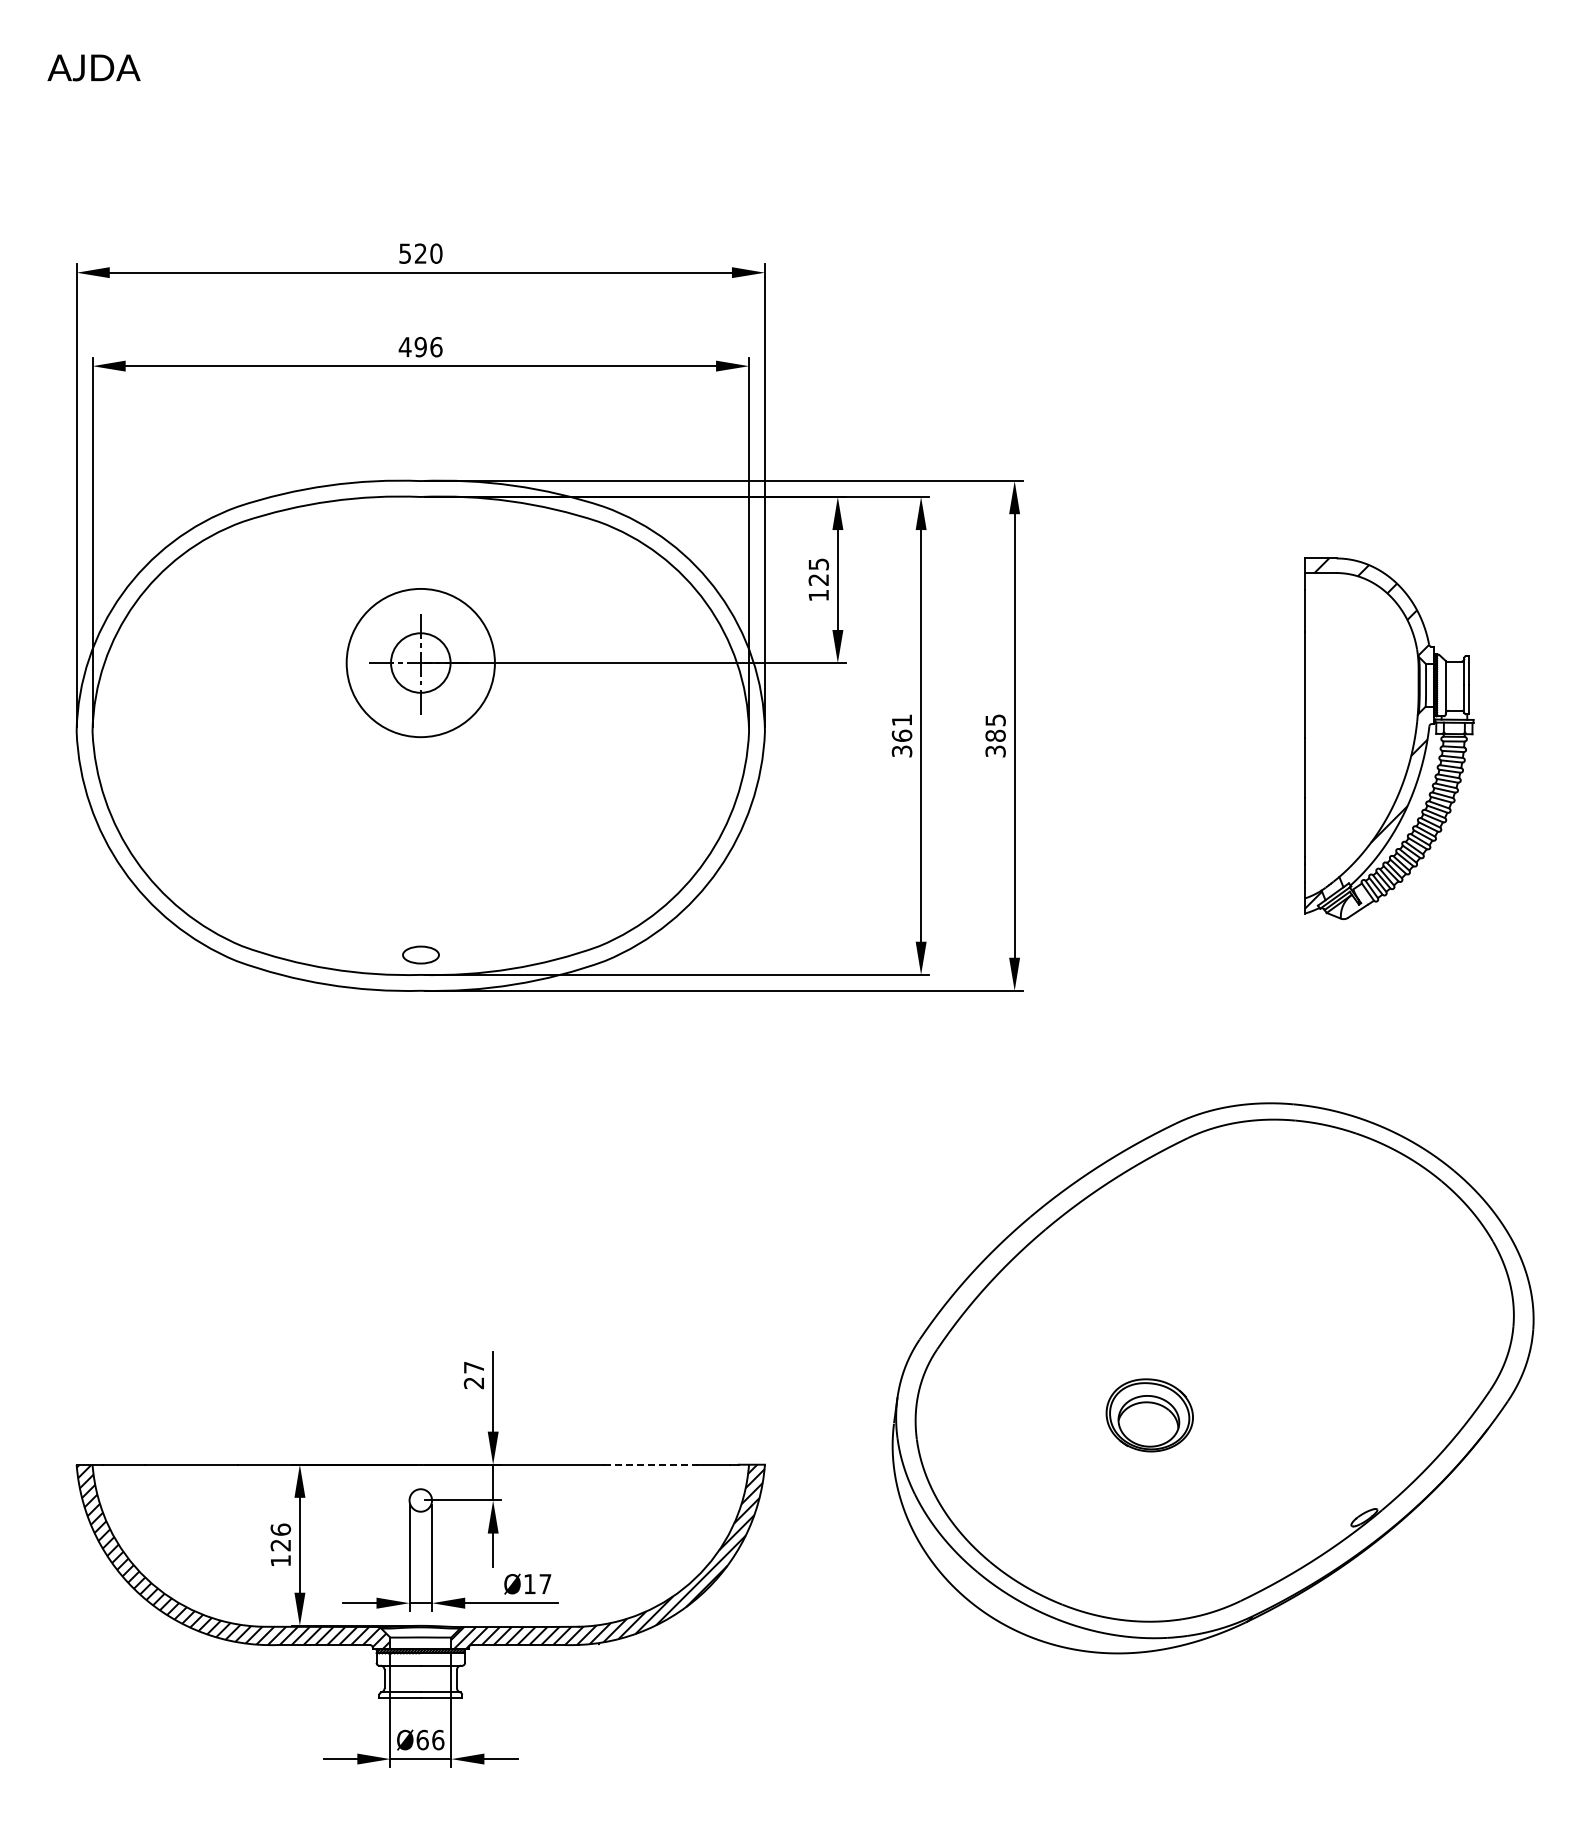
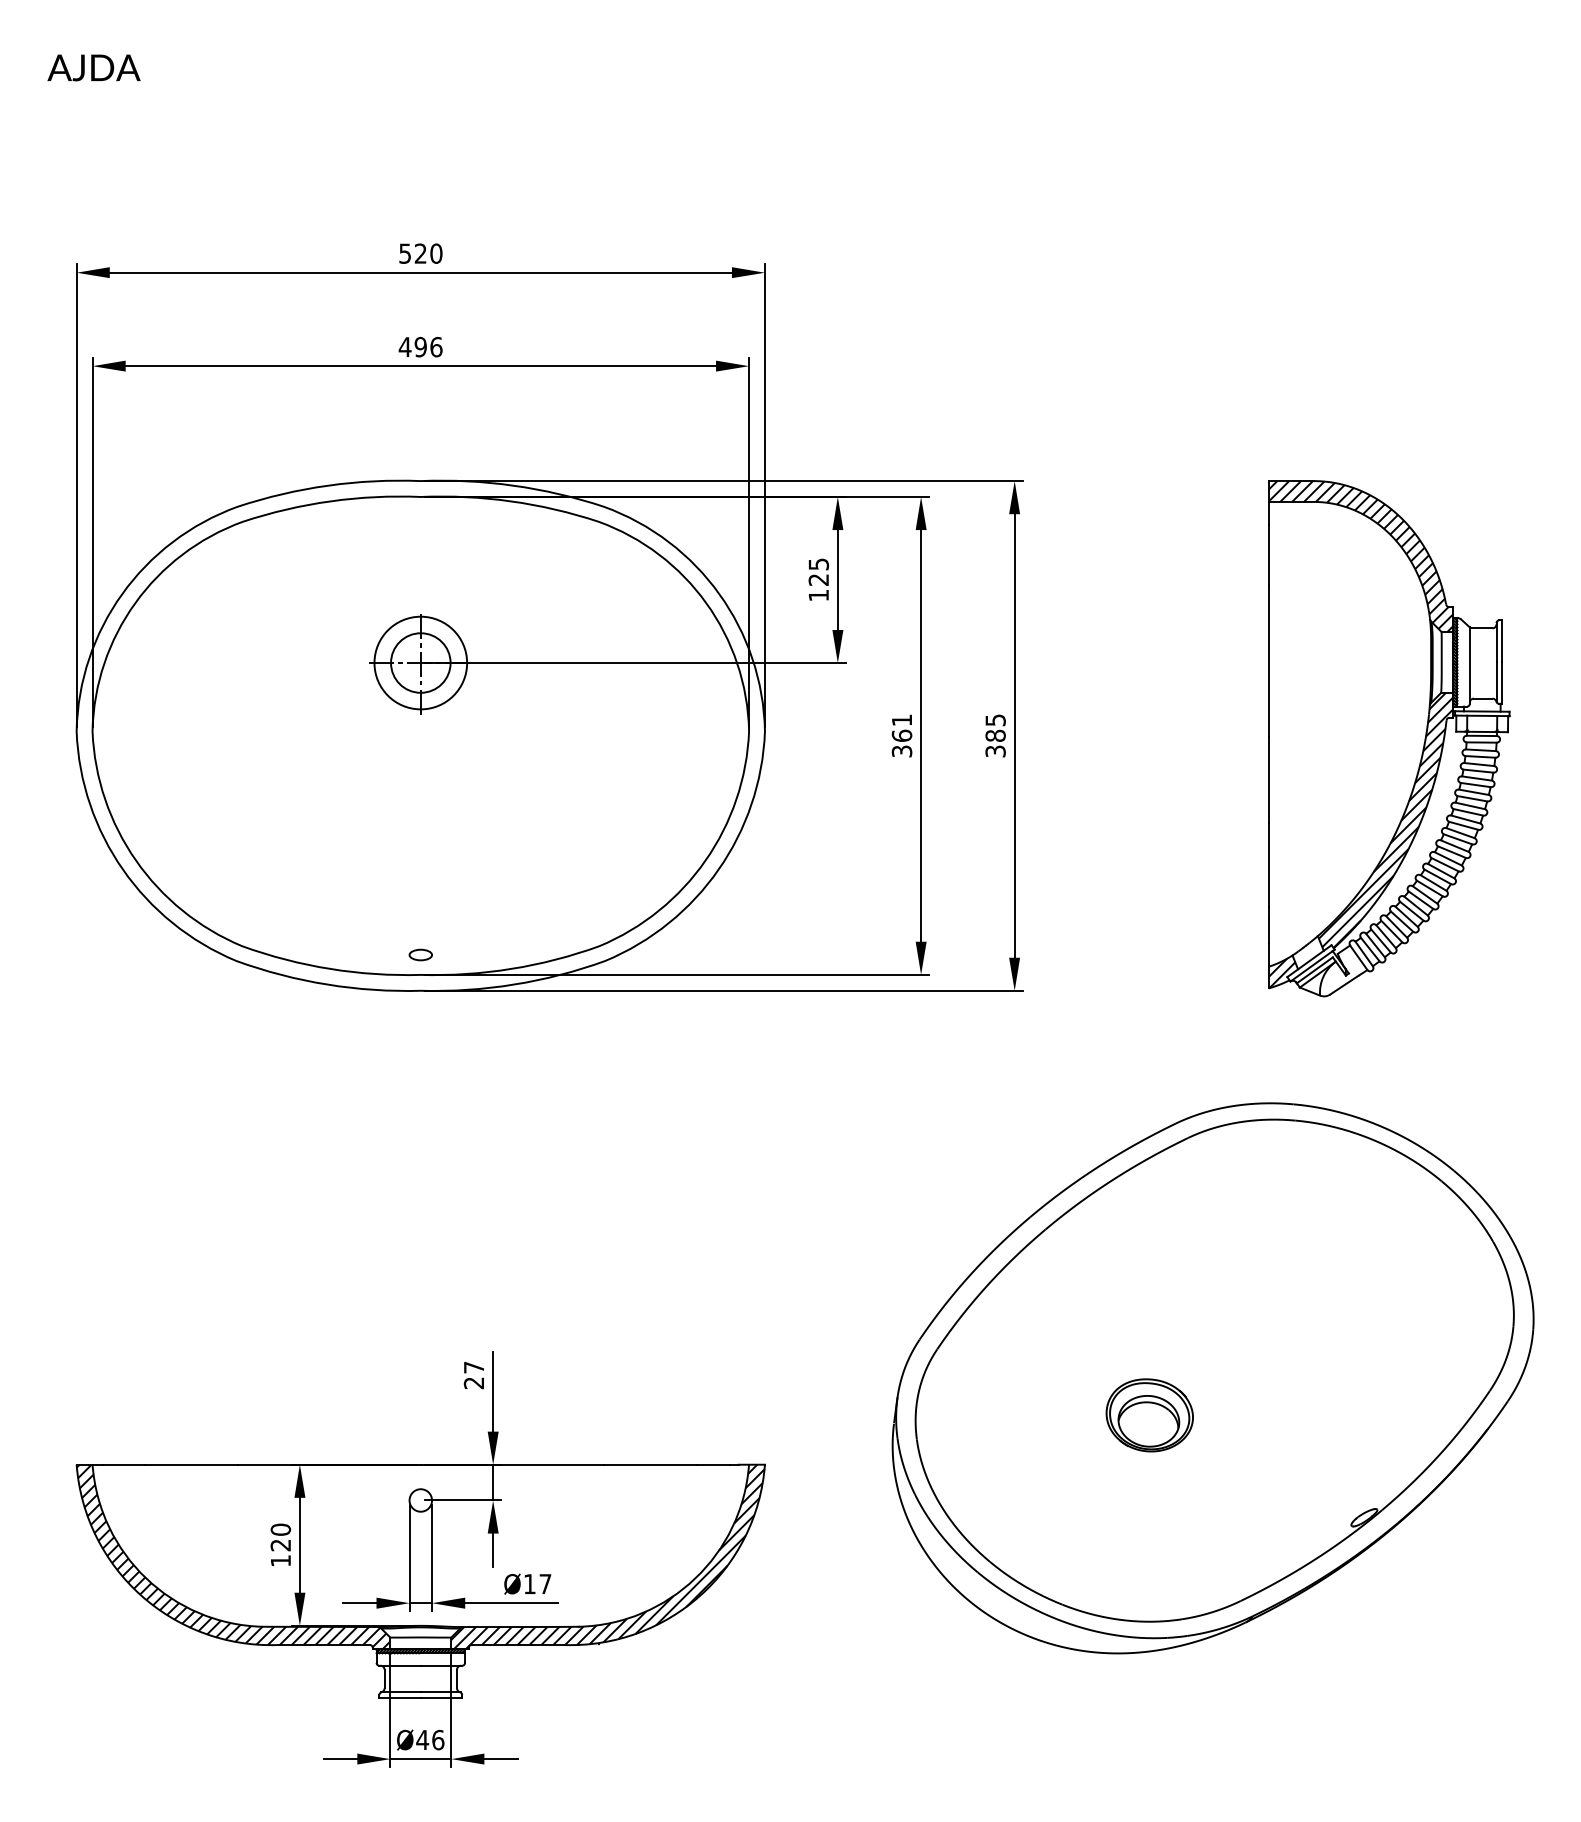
circle at (420, 662) diameter: 148 px -> 93 px
part at (1389, 738) size: 171x364 px -> 243x518 px
part at (420, 954) size: 38x20 px -> 25x14 px
line at (650, 1464): dashed -> solid
text at (280, 1529): 126 -> 120
text at (422, 1739): Ø66 -> Ø46
